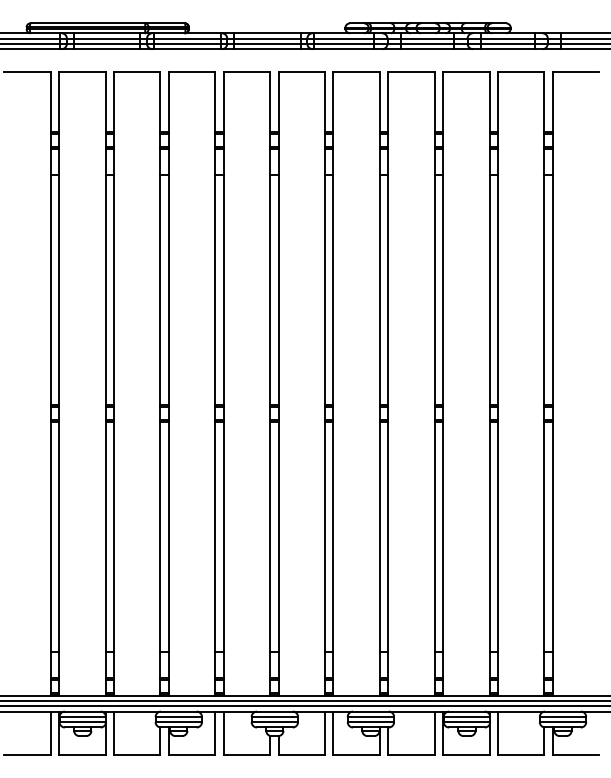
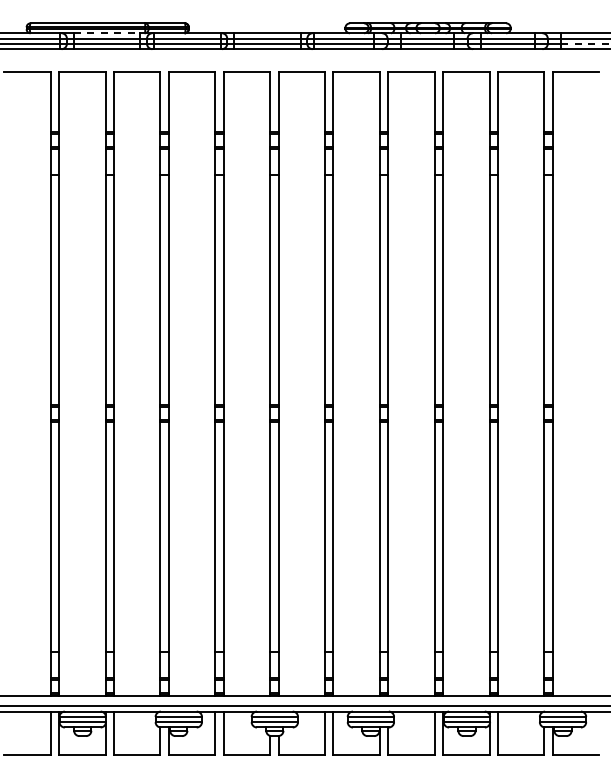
line at (107, 33): solid -> dashed
line at (585, 43): solid -> dashed
line at (304, 701): present -> none
